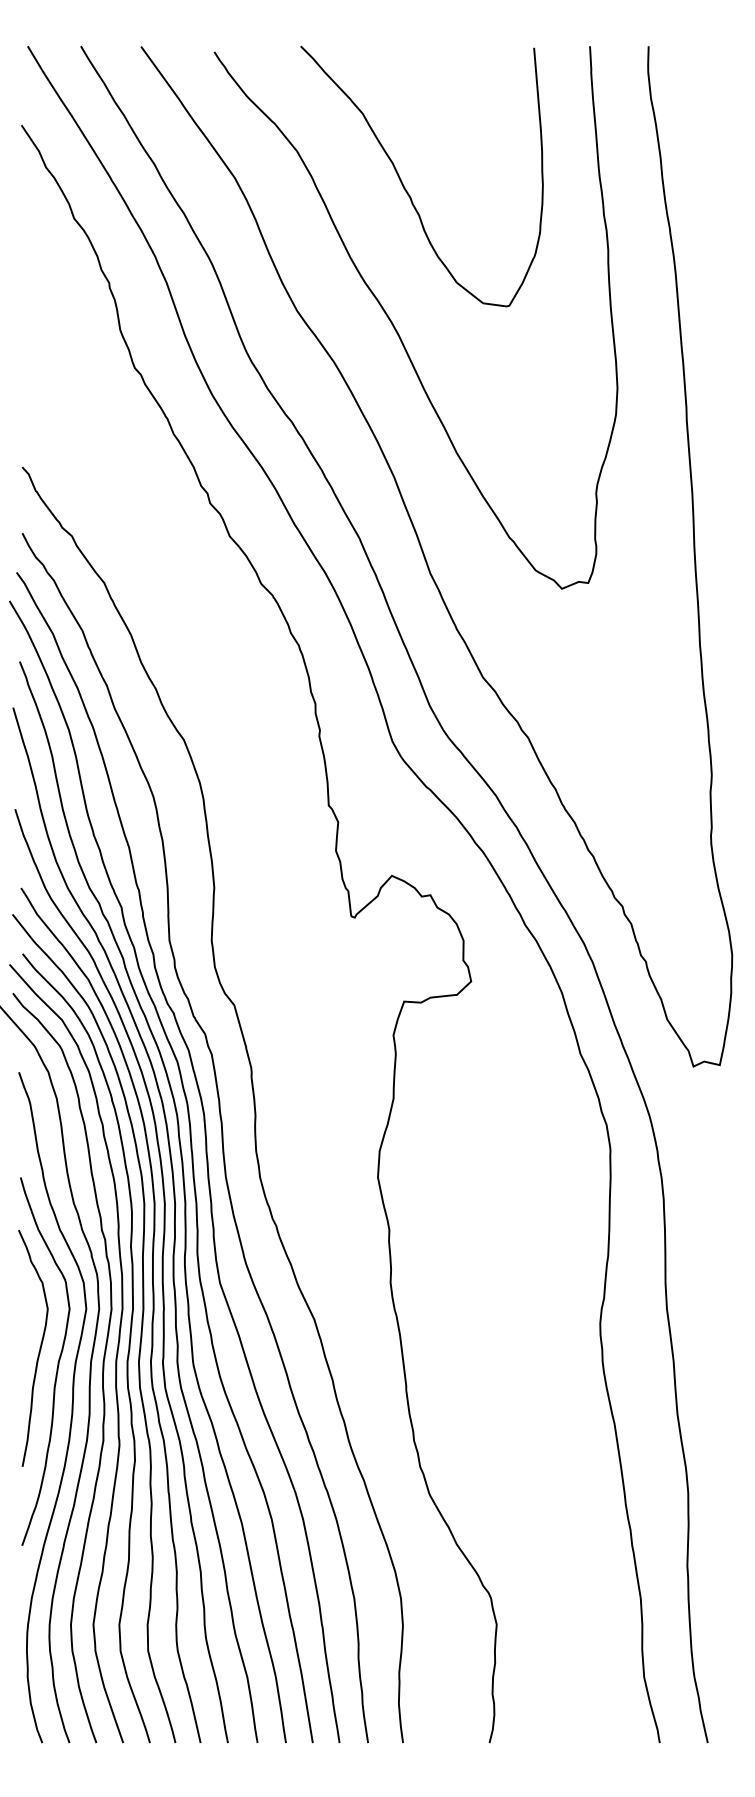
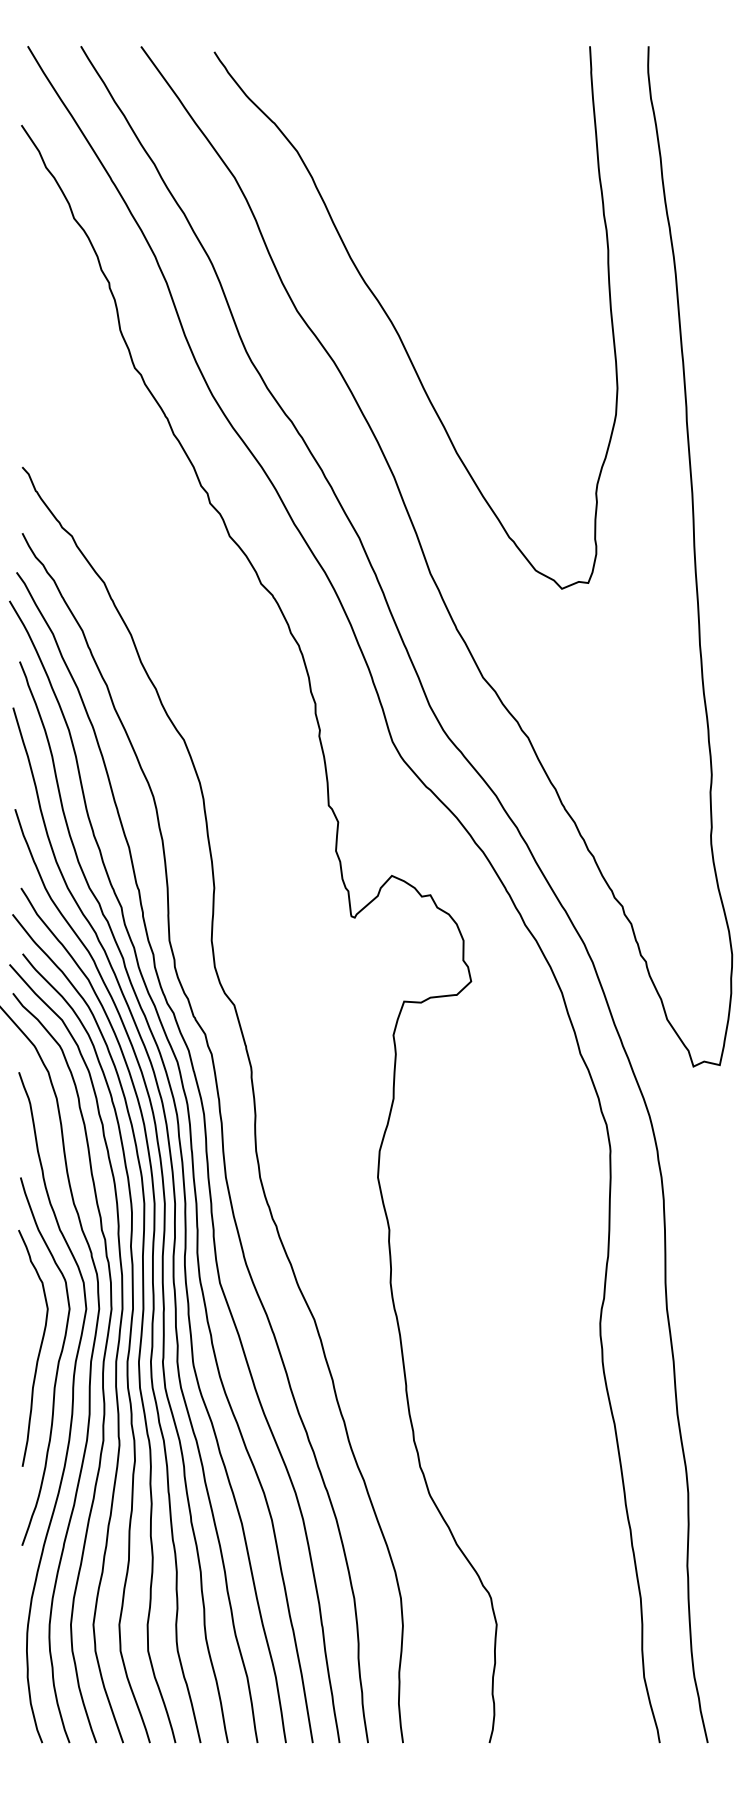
curve at (404, 185): present -> none
